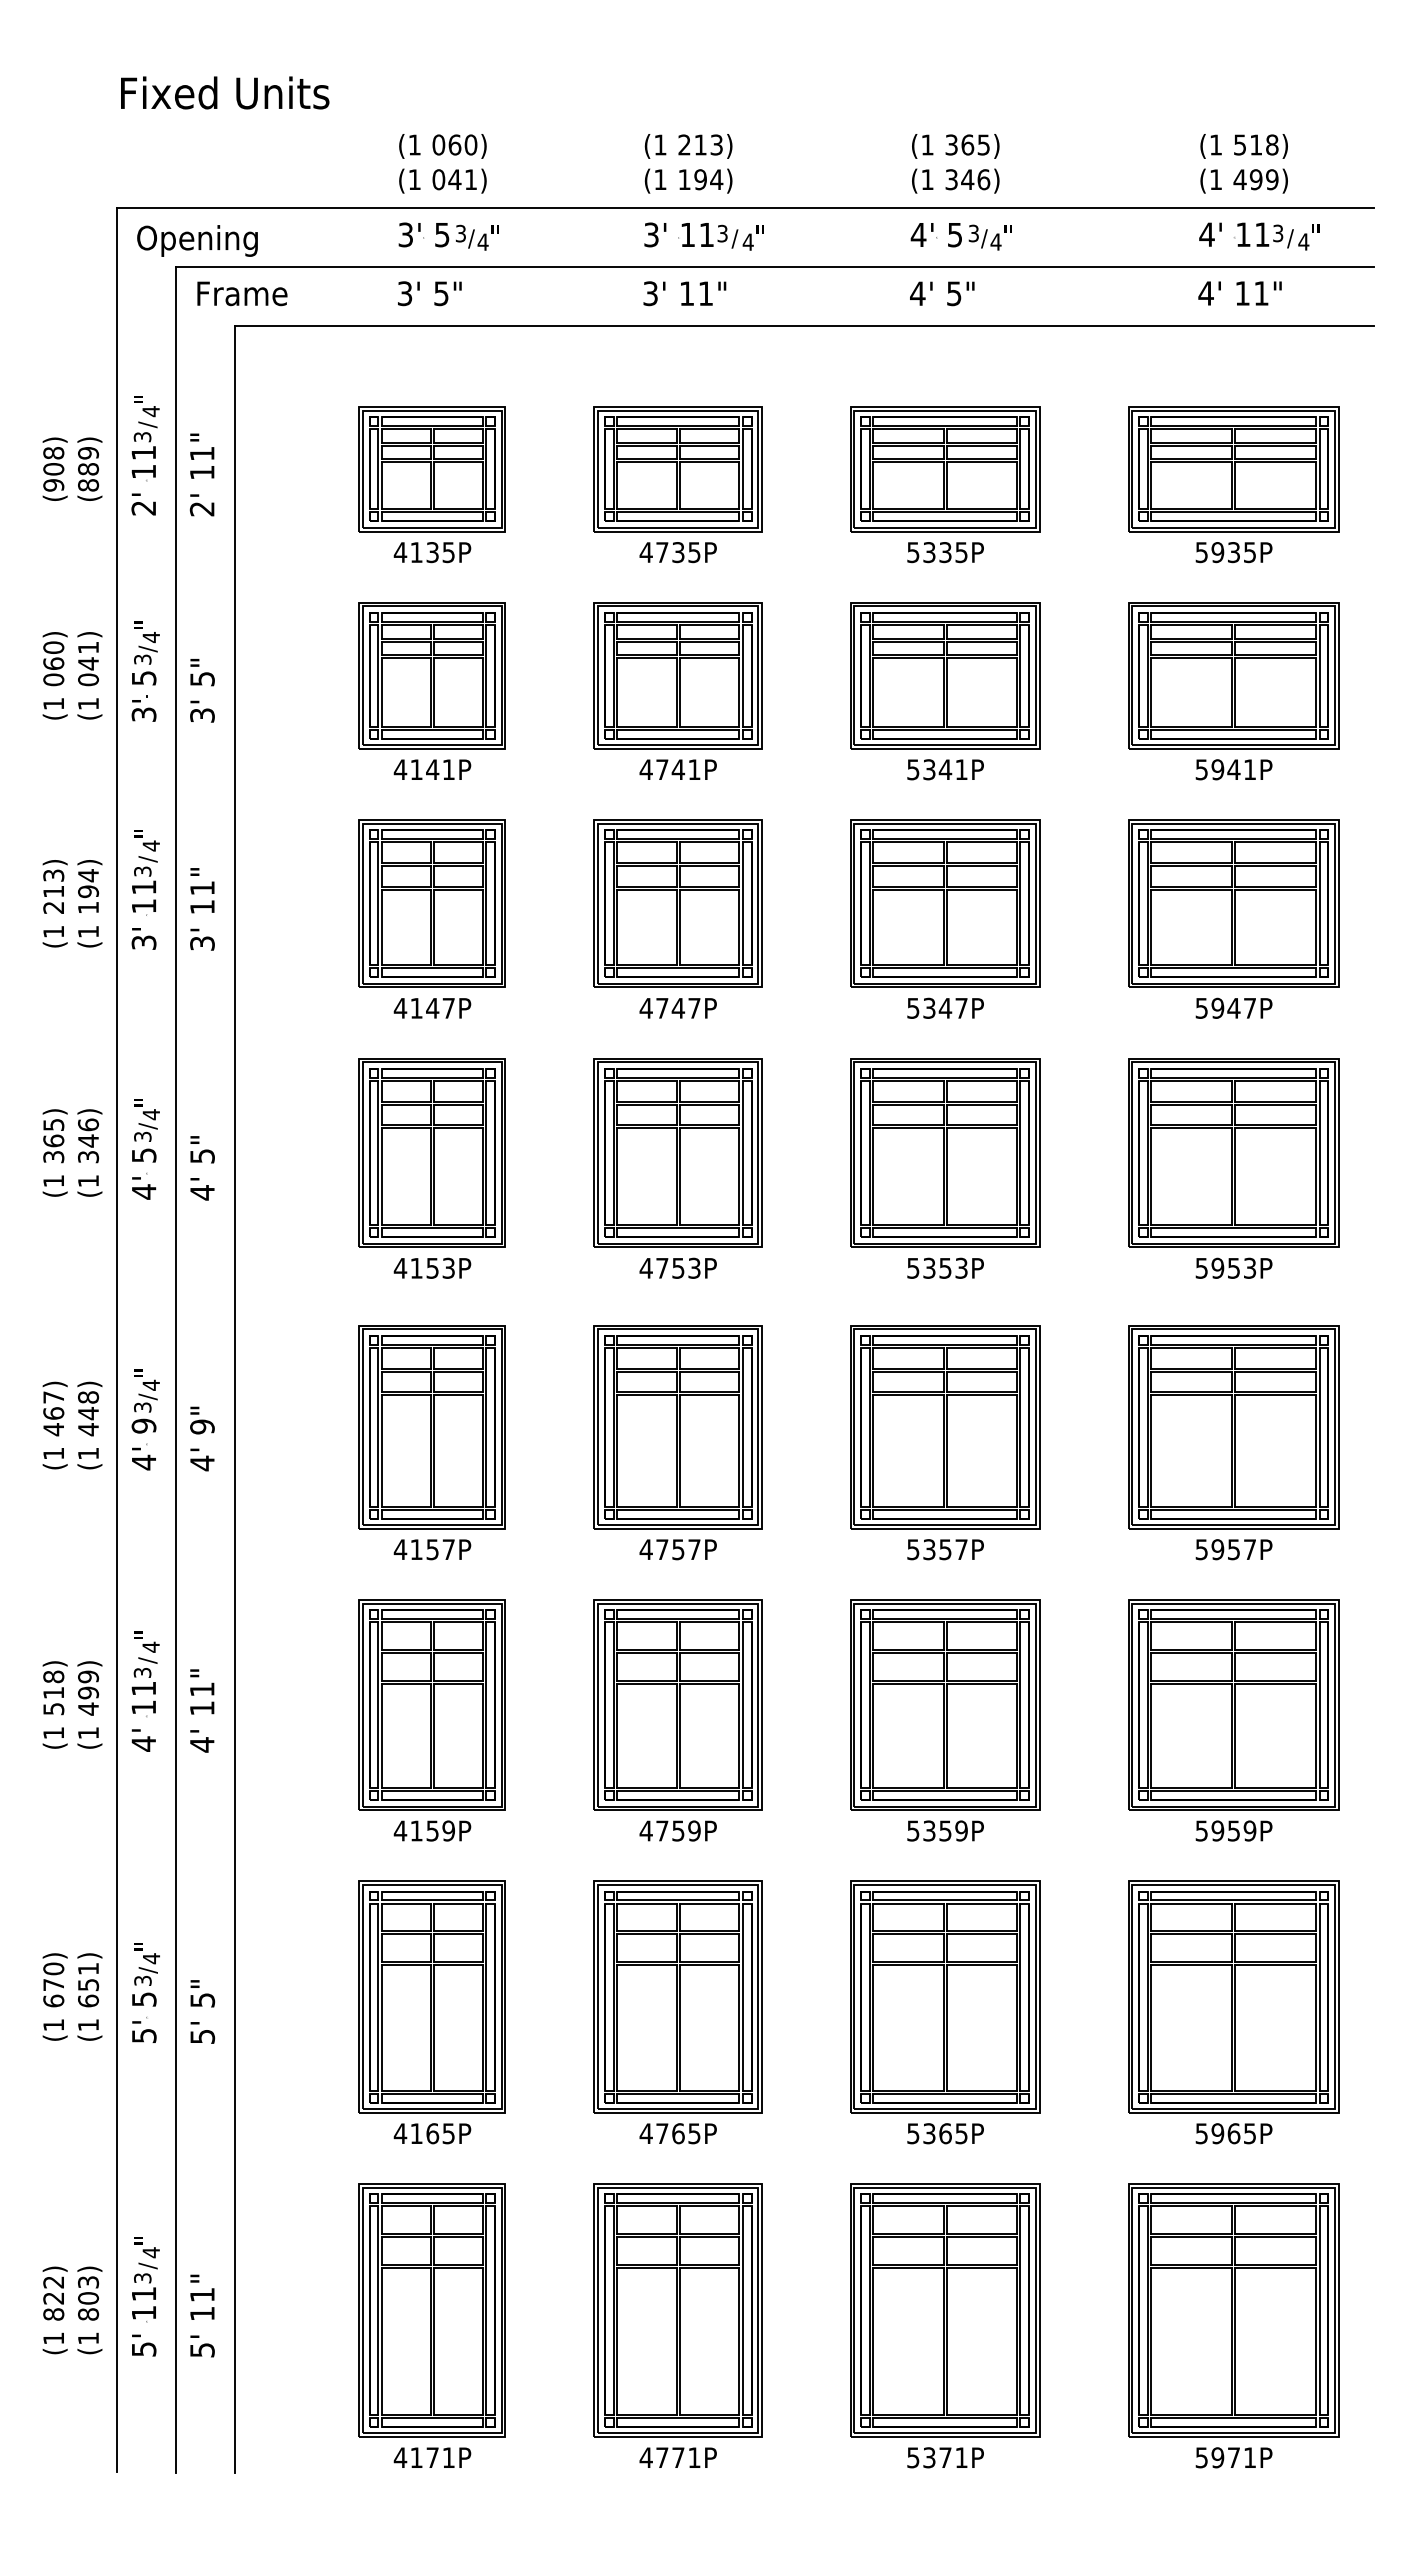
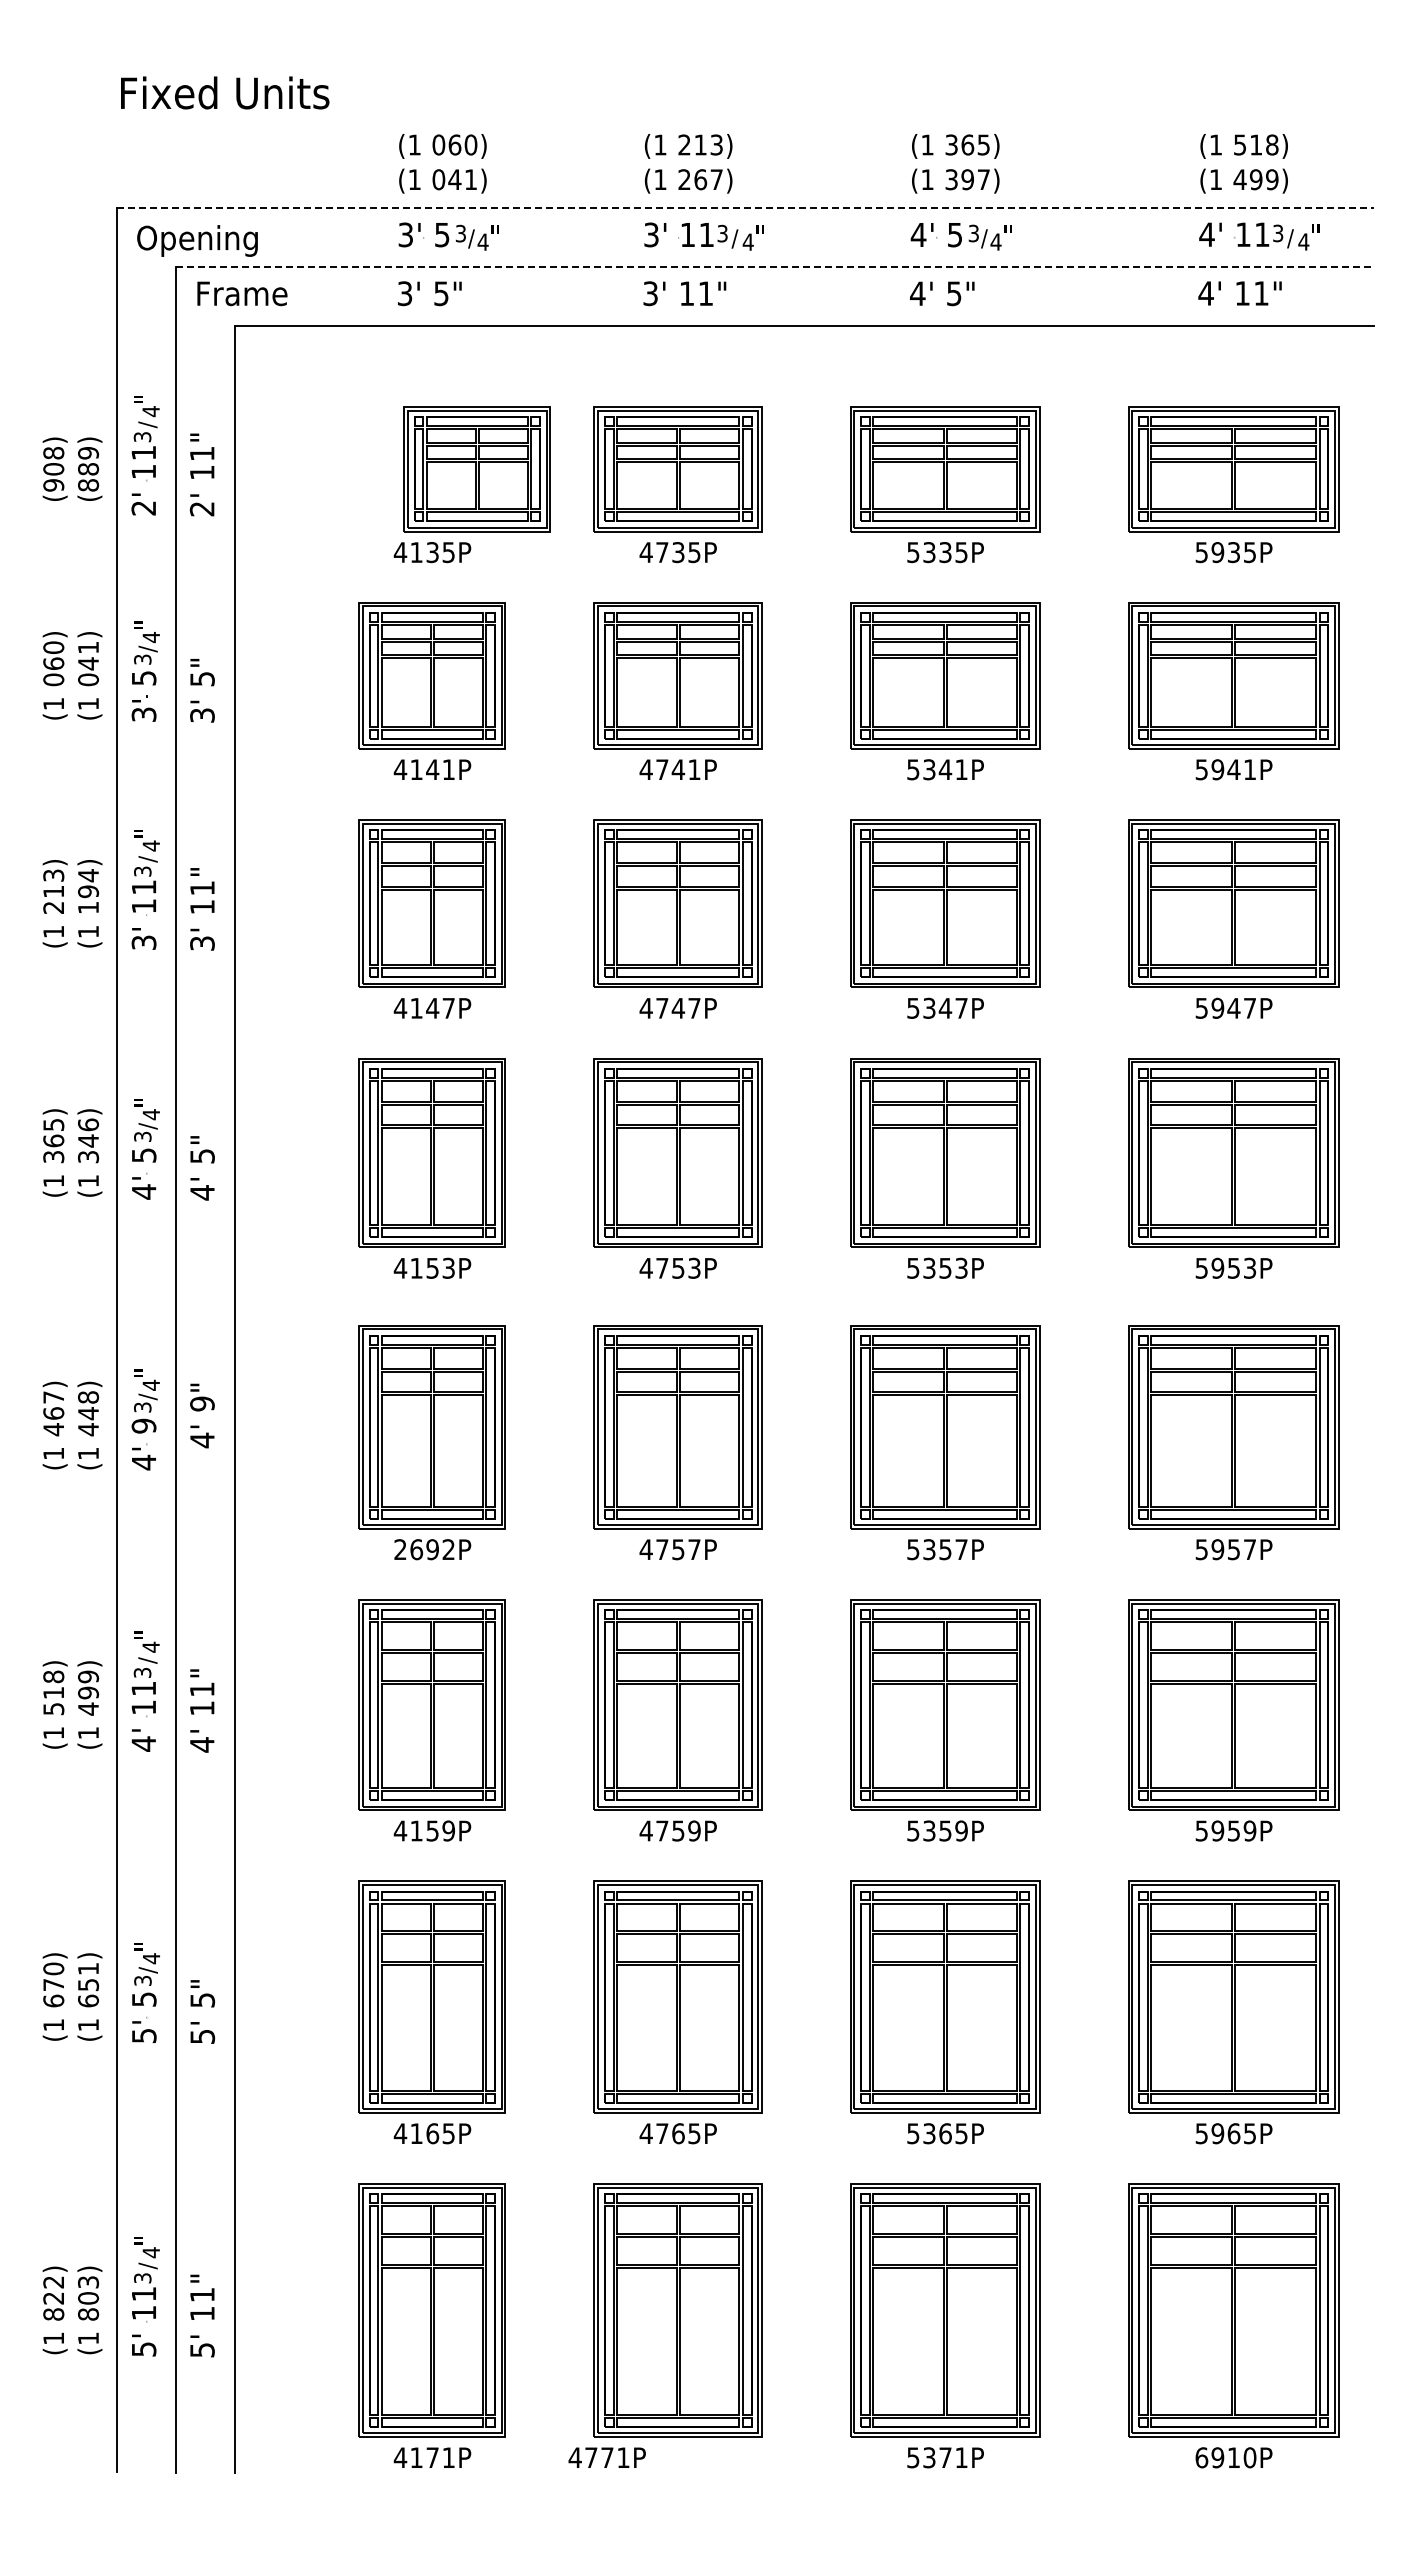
text at (700, 179): 194) -> 267)
text at (975, 179): 346) -> 397)
line at (745, 208): solid -> dashed
line at (775, 267): solid -> dashed
part at (431, 469) position: (431, 469) -> (476, 469)
text at (202, 1438) position: (202, 1438) -> (202, 1415)
text at (423, 1549): 4157P -> 2692P
text at (677, 2457) position: (677, 2457) -> (606, 2457)
text at (1225, 2457): 5971P -> 6910P
